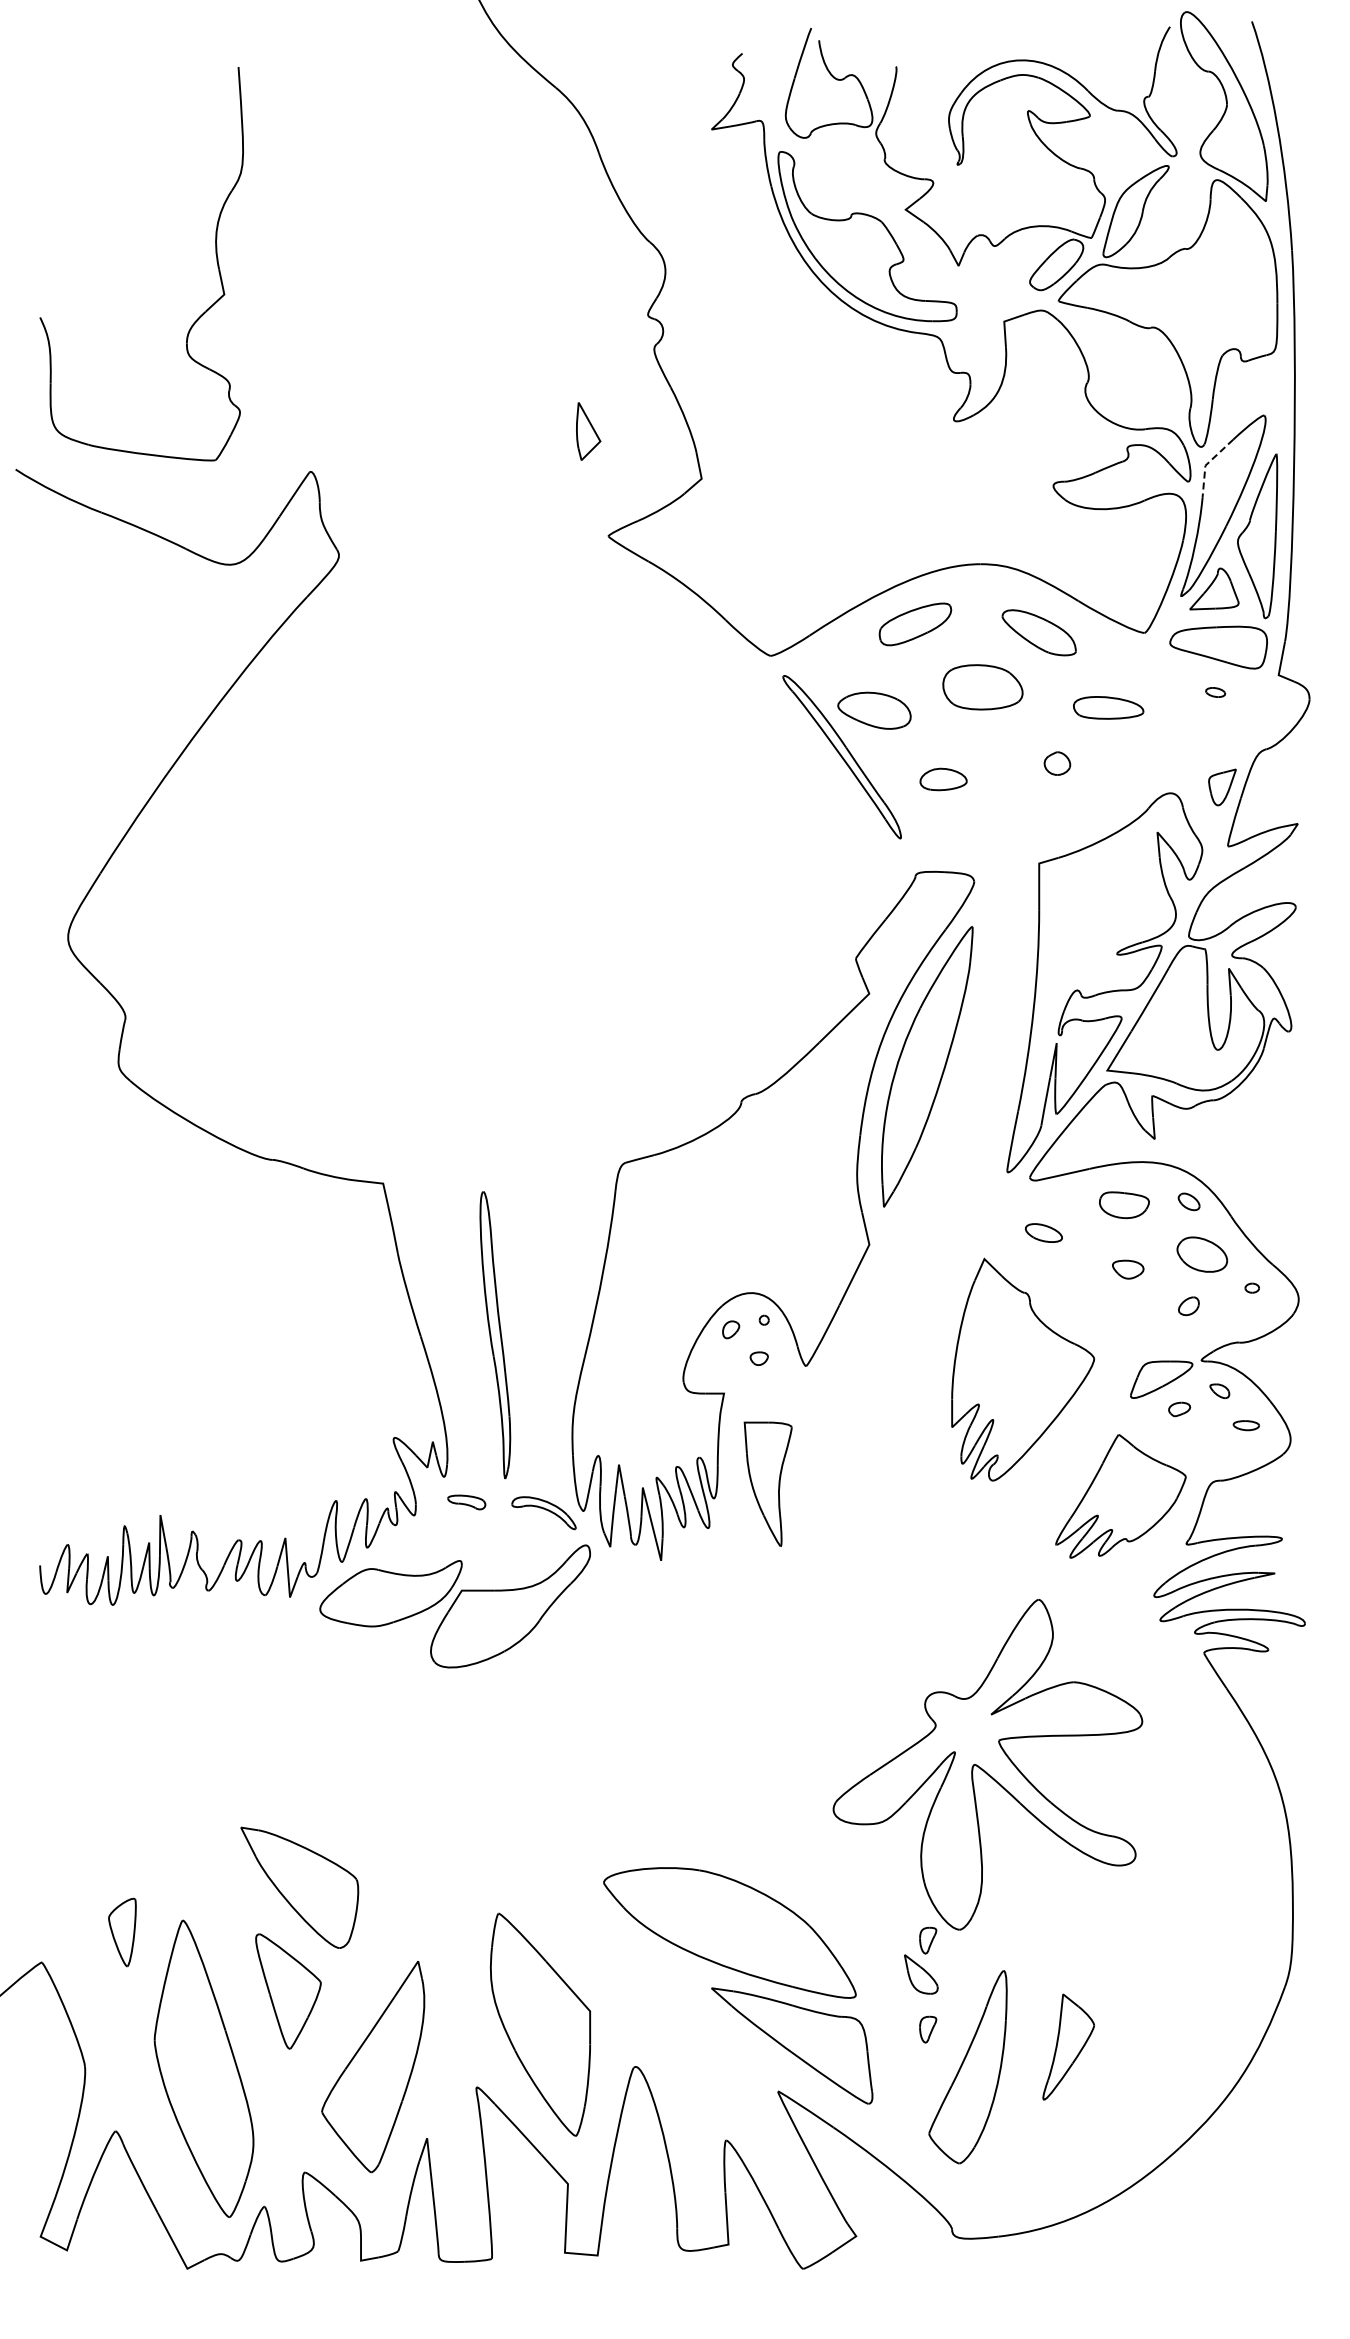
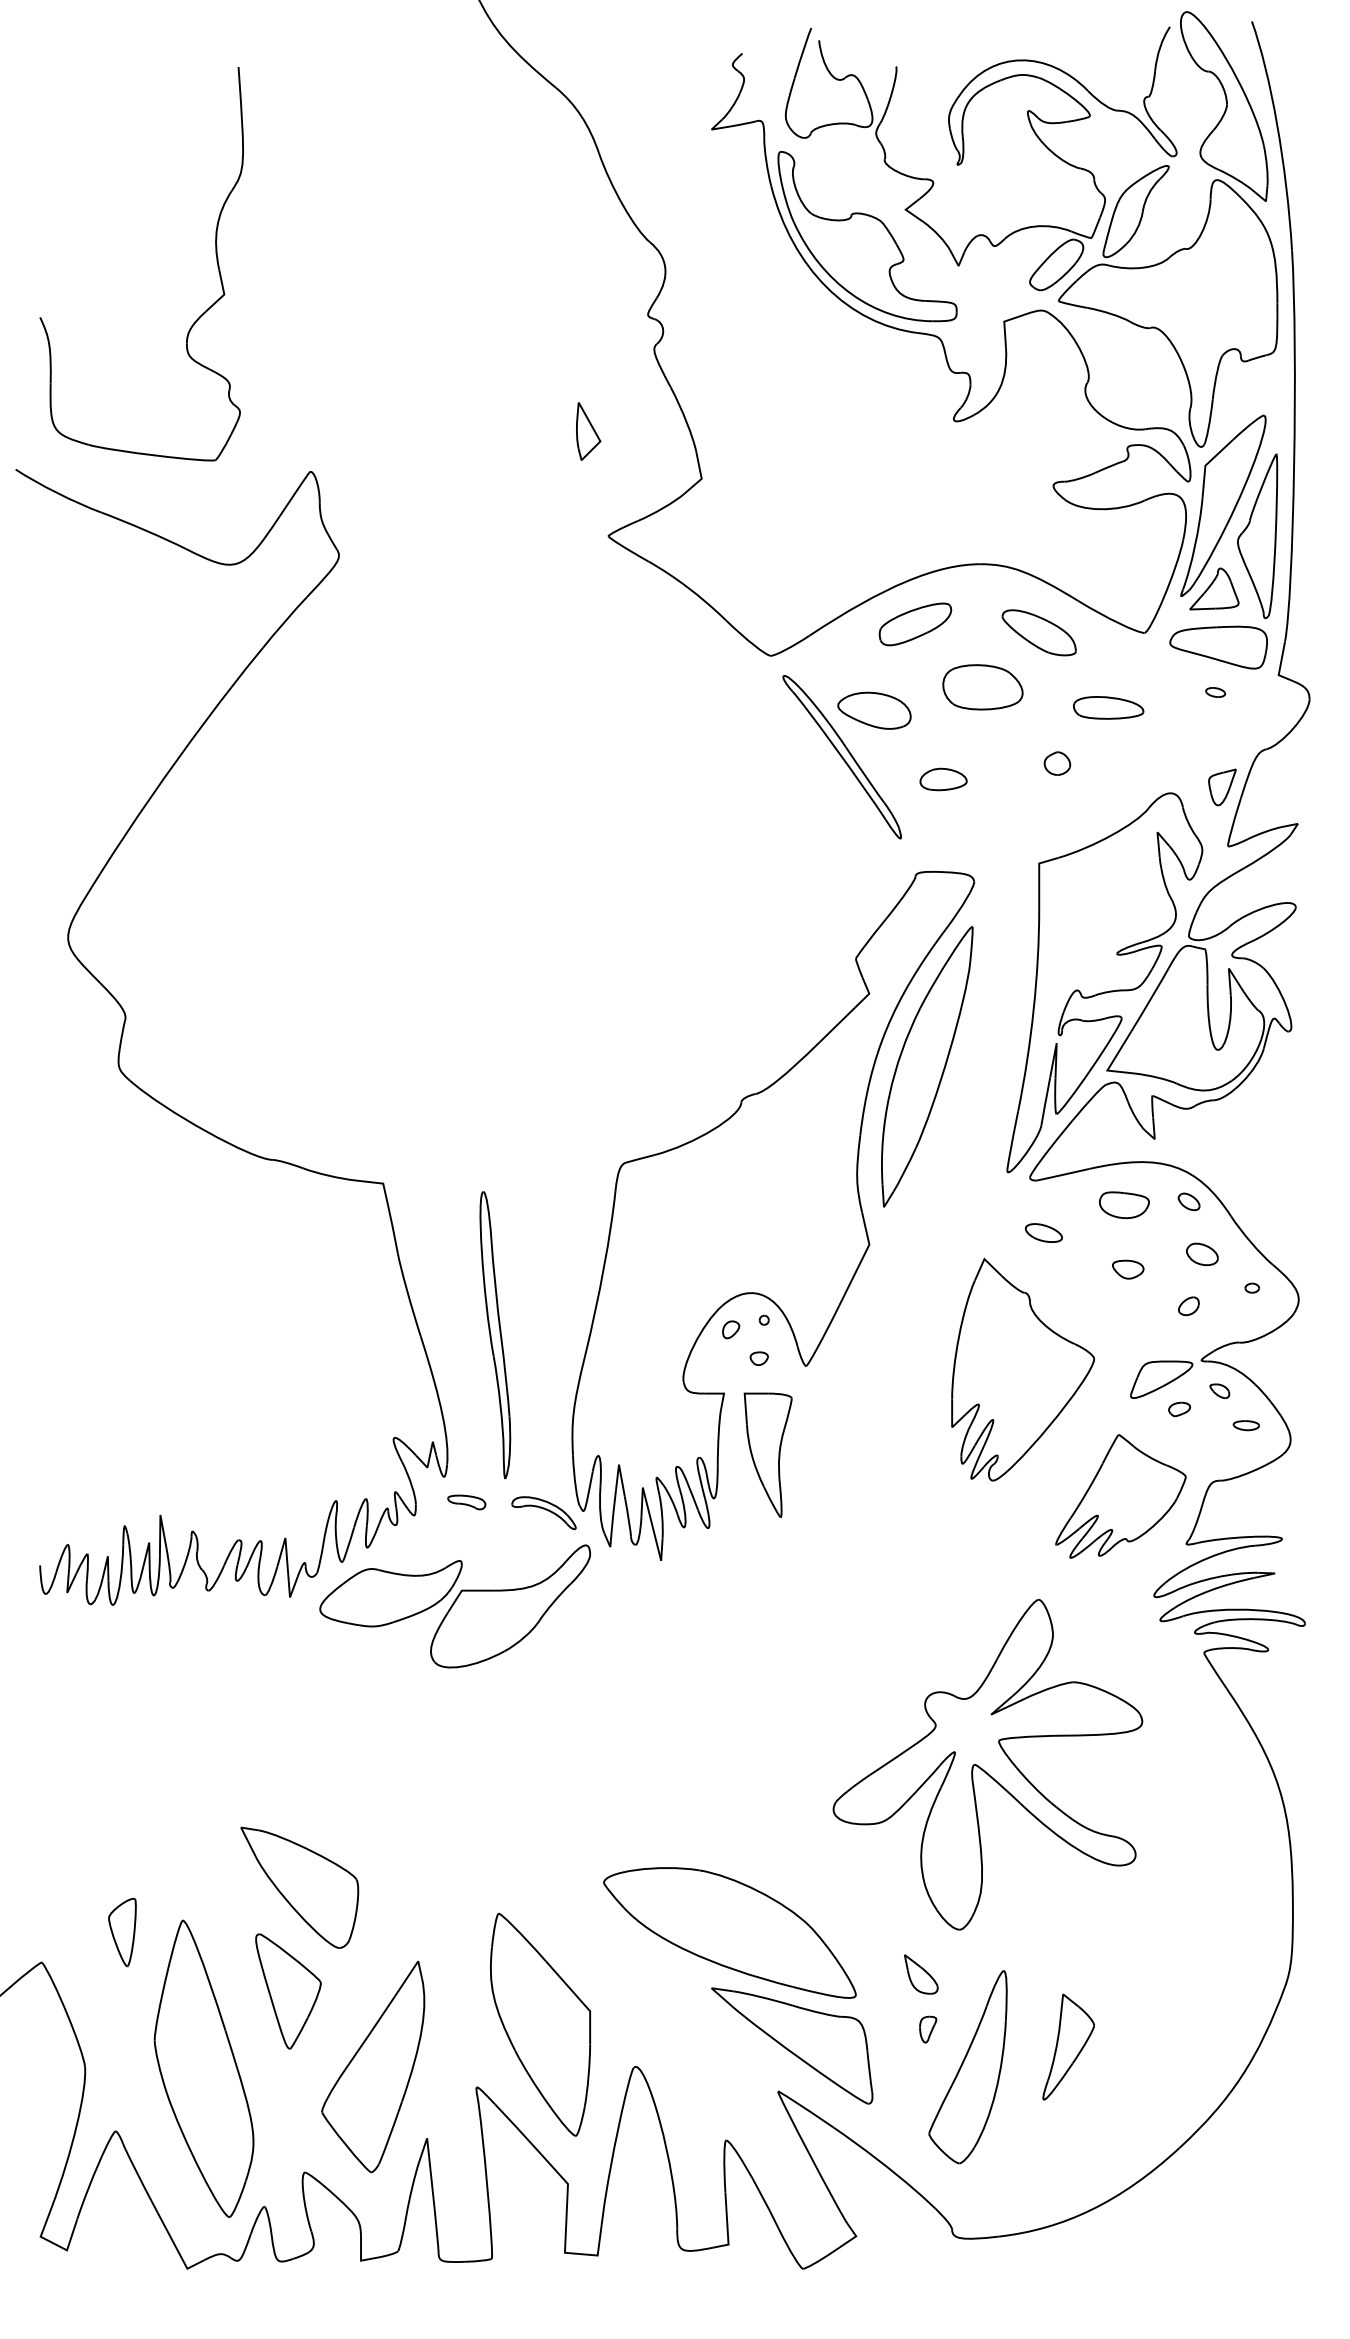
line at (1206, 464): dashed -> solid
part at (1202, 1254) size: 53x37 px -> 33x24 px
part at (767, 1483) position: (767, 1483) -> (767, 1454)
part at (928, 1940): present -> none
